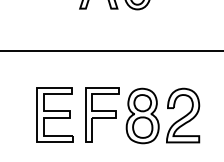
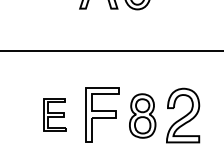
part at (54, 114) size: 38x56 px -> 24x34 px
part at (142, 115) size: 35x58 px -> 28x46 px
